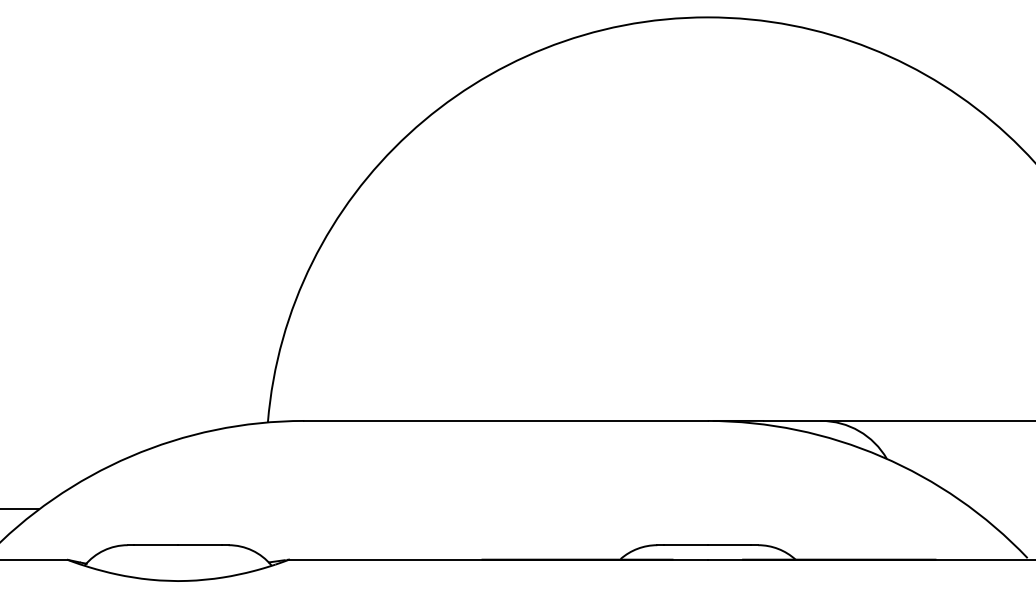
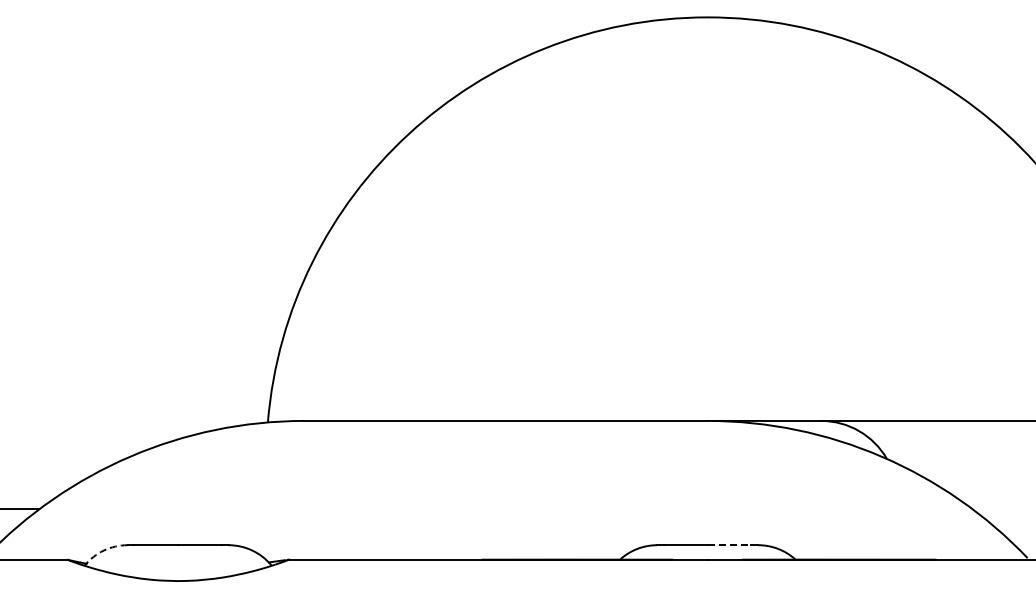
line at (729, 545): solid -> dashed
arc at (103, 550): solid -> dashed
